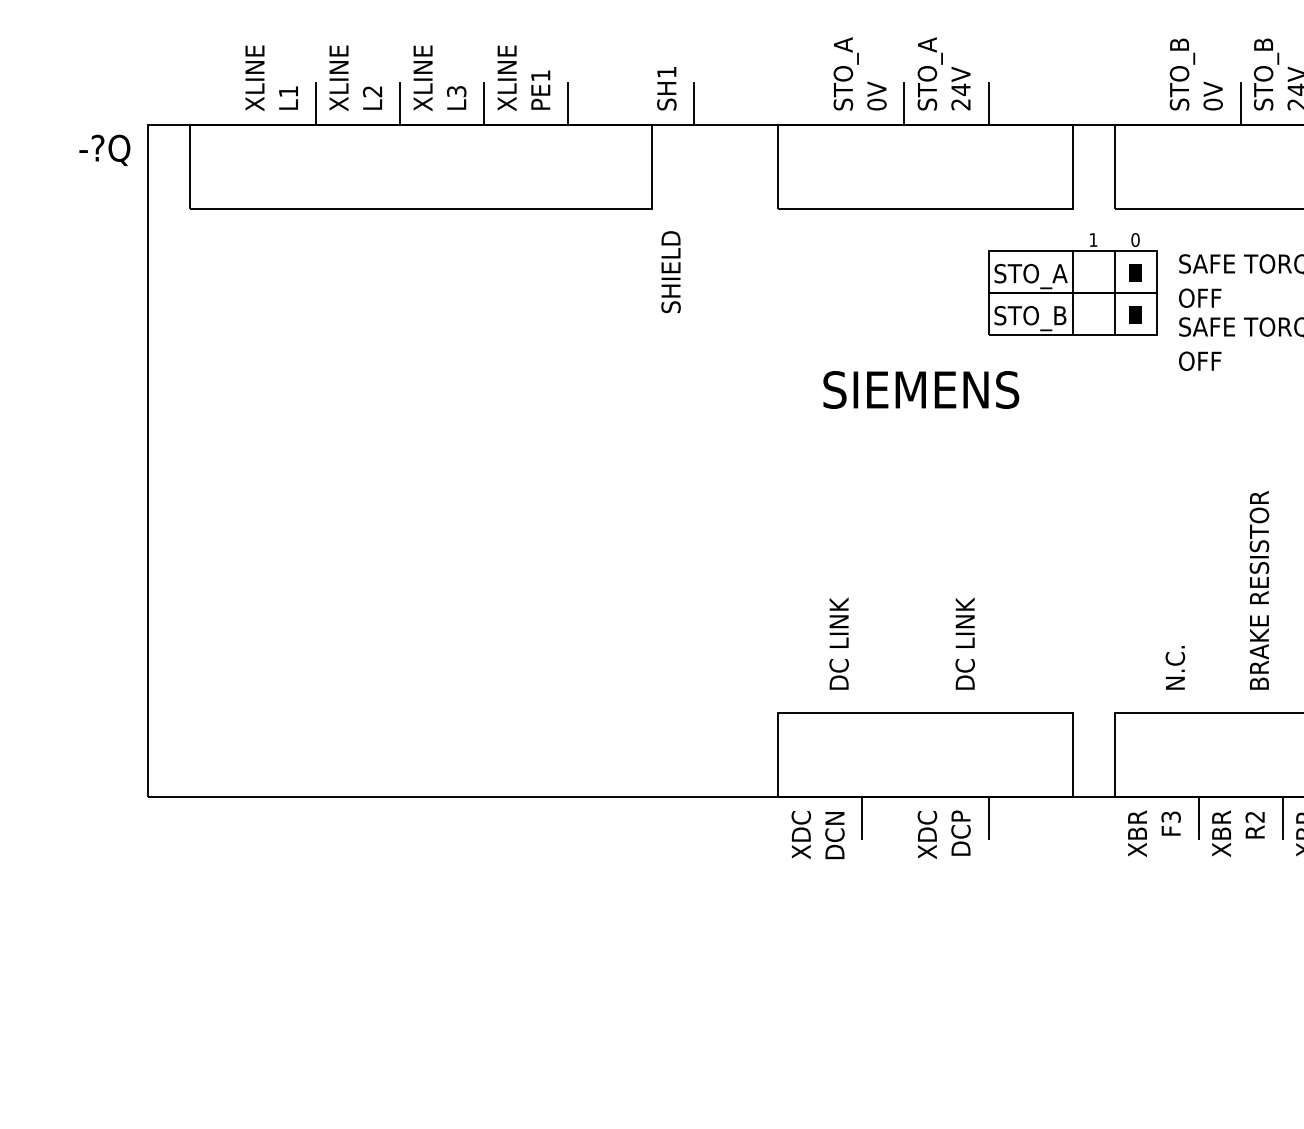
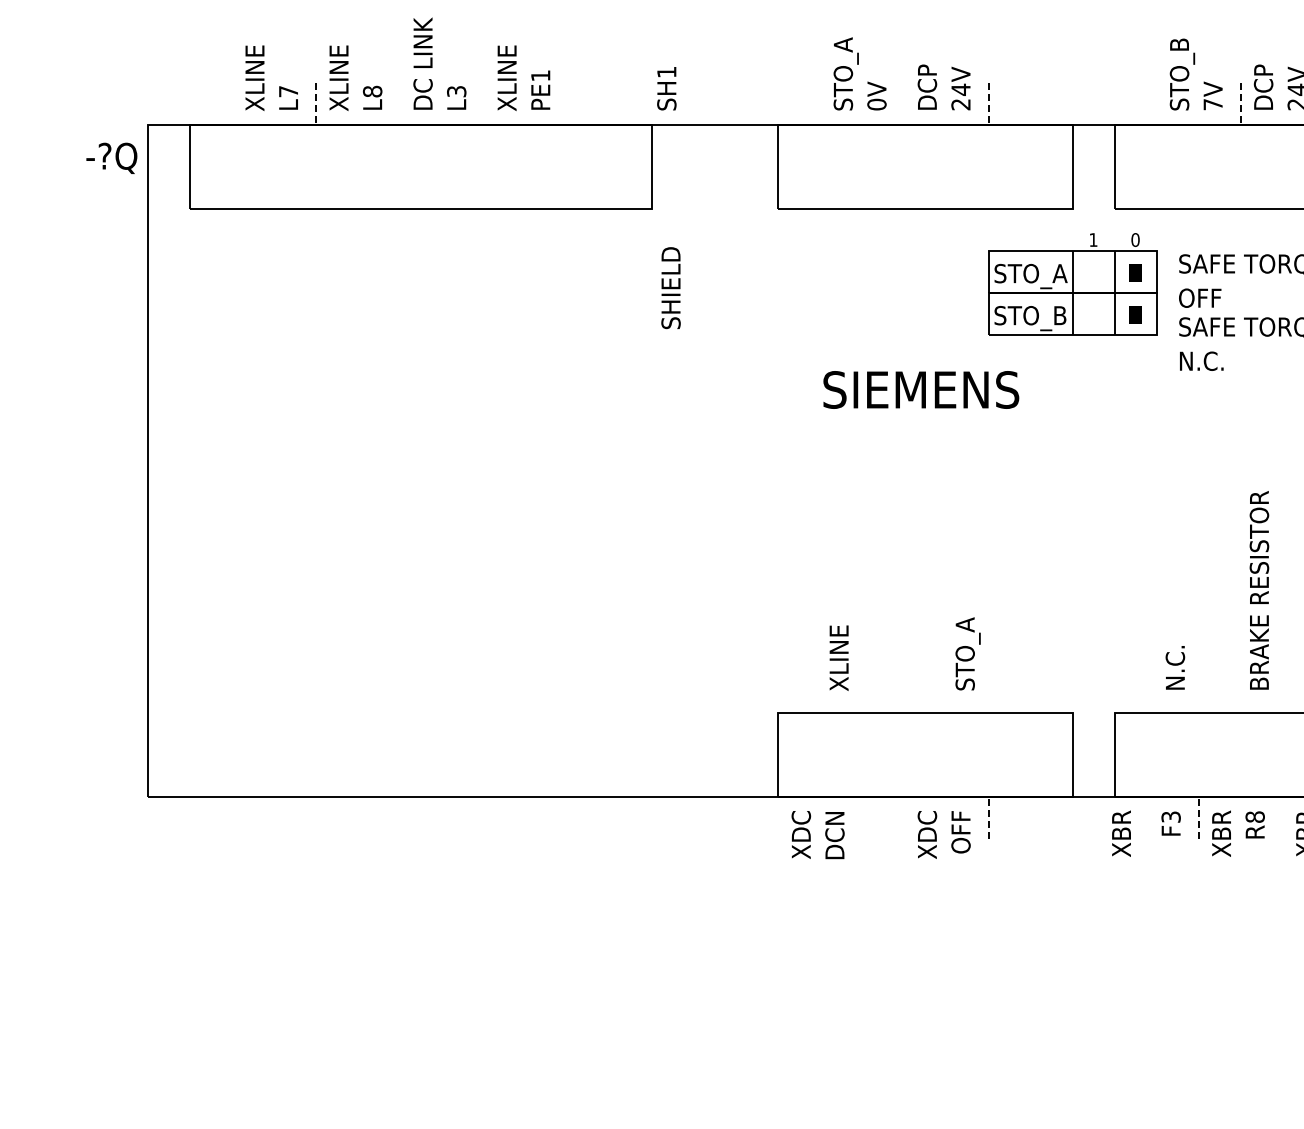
text at (422, 64): XLINE -> DC LINK
text at (929, 73): STO_A -> DCP
text at (1266, 74): STO_B -> DCP
text at (288, 91): L1 -> L7
text at (372, 91): L2 -> L8
line at (400, 103): present -> none
line at (484, 103): present -> none
line at (568, 103): present -> none
line at (694, 103): present -> none
line at (904, 103): present -> none
line at (316, 104): solid -> dashed
line at (988, 104): solid -> dashed
text at (1212, 104): 0V -> 7V
line at (1240, 104): solid -> dashed
text at (104, 149) position: (104, 149) -> (111, 157)
text at (670, 272) position: (670, 272) -> (670, 288)
text at (1201, 360): OFF -> N.C.
text at (838, 643): DC LINK -> XLINE
text at (967, 643): DC LINK -> STO_A
text at (1254, 816): R2 -> R8
line at (988, 817): solid -> dashed
line at (1198, 817): solid -> dashed
line at (862, 818): present -> none
line at (1282, 818): present -> none
text at (960, 832): DCP -> OFF
text at (1137, 833) position: (1137, 833) -> (1121, 833)
